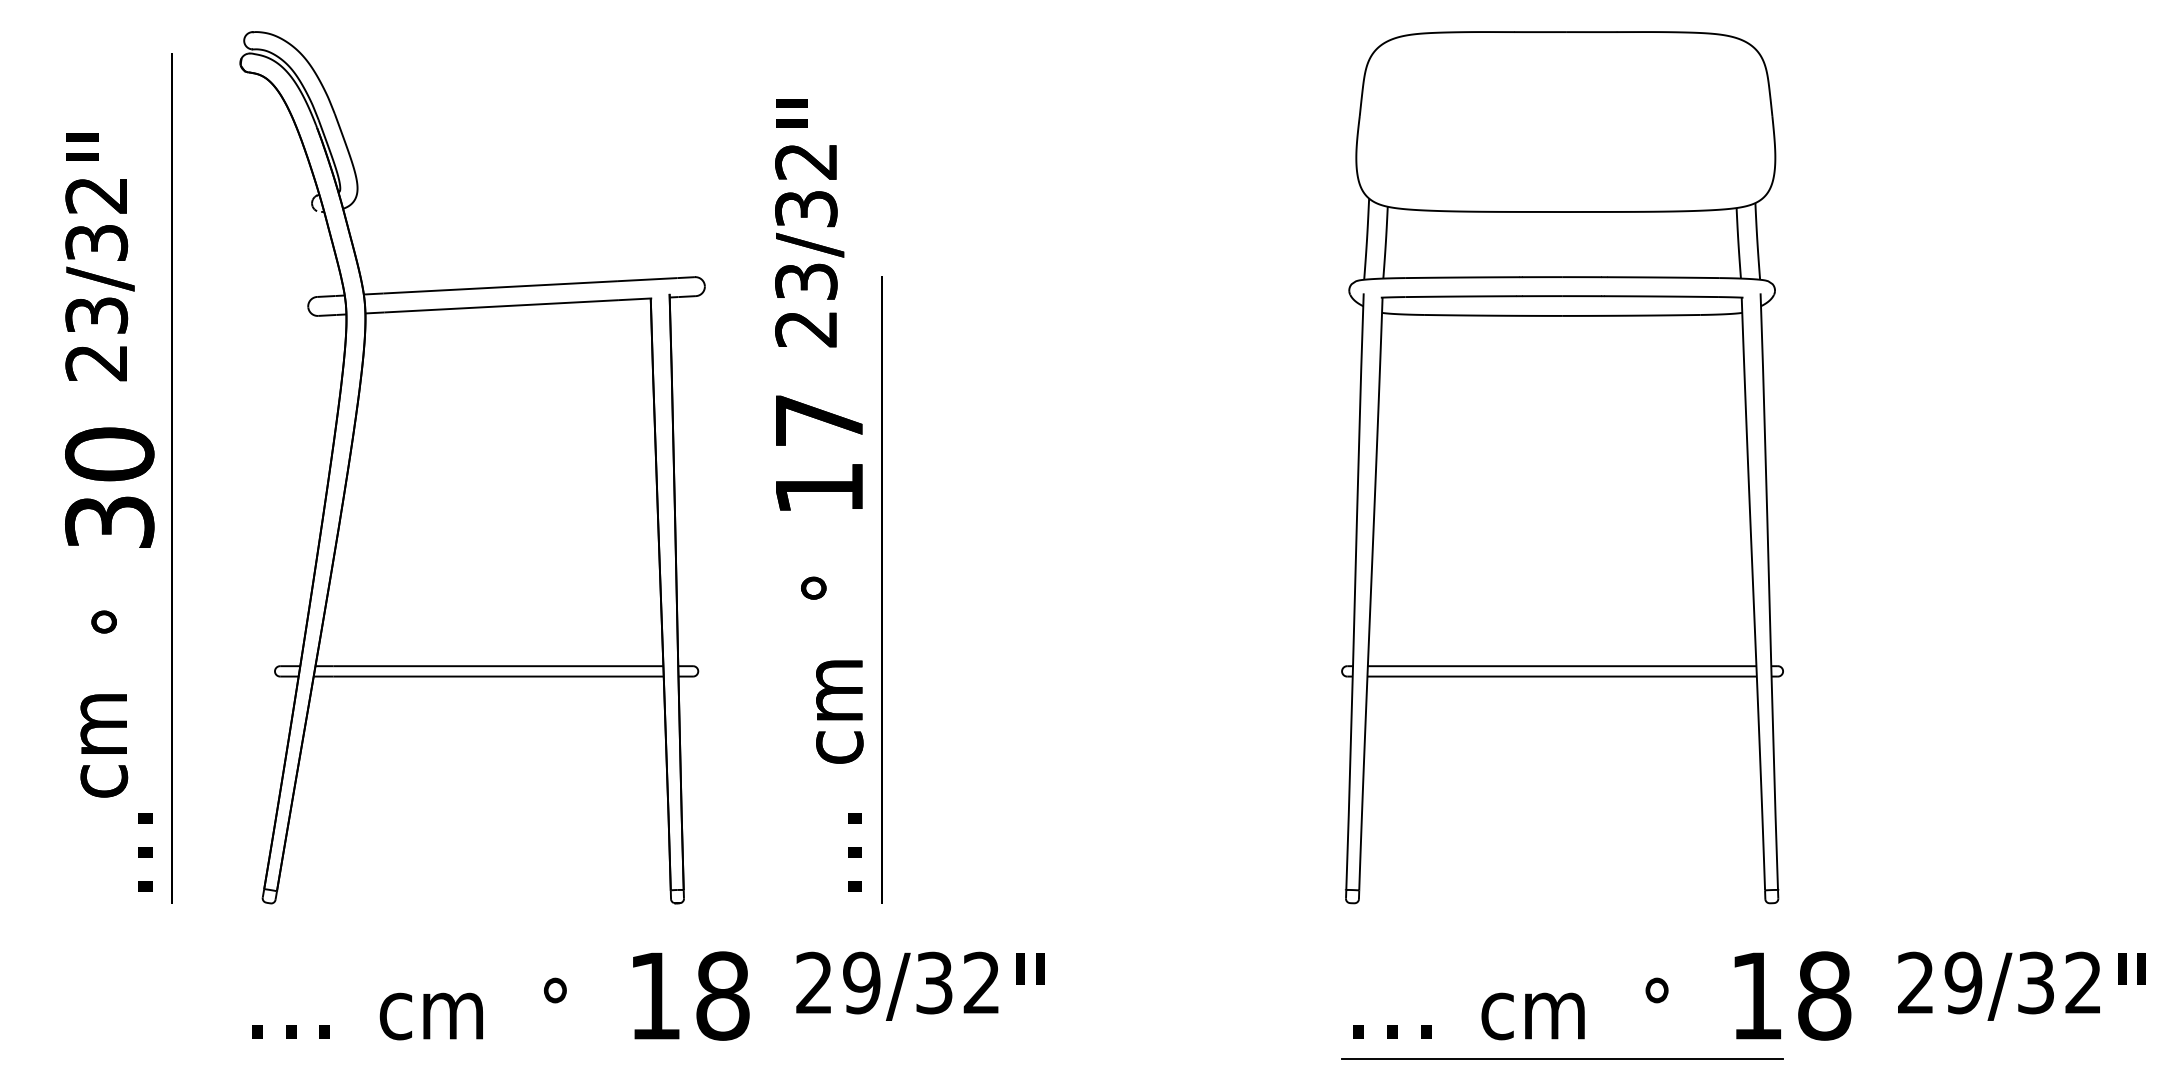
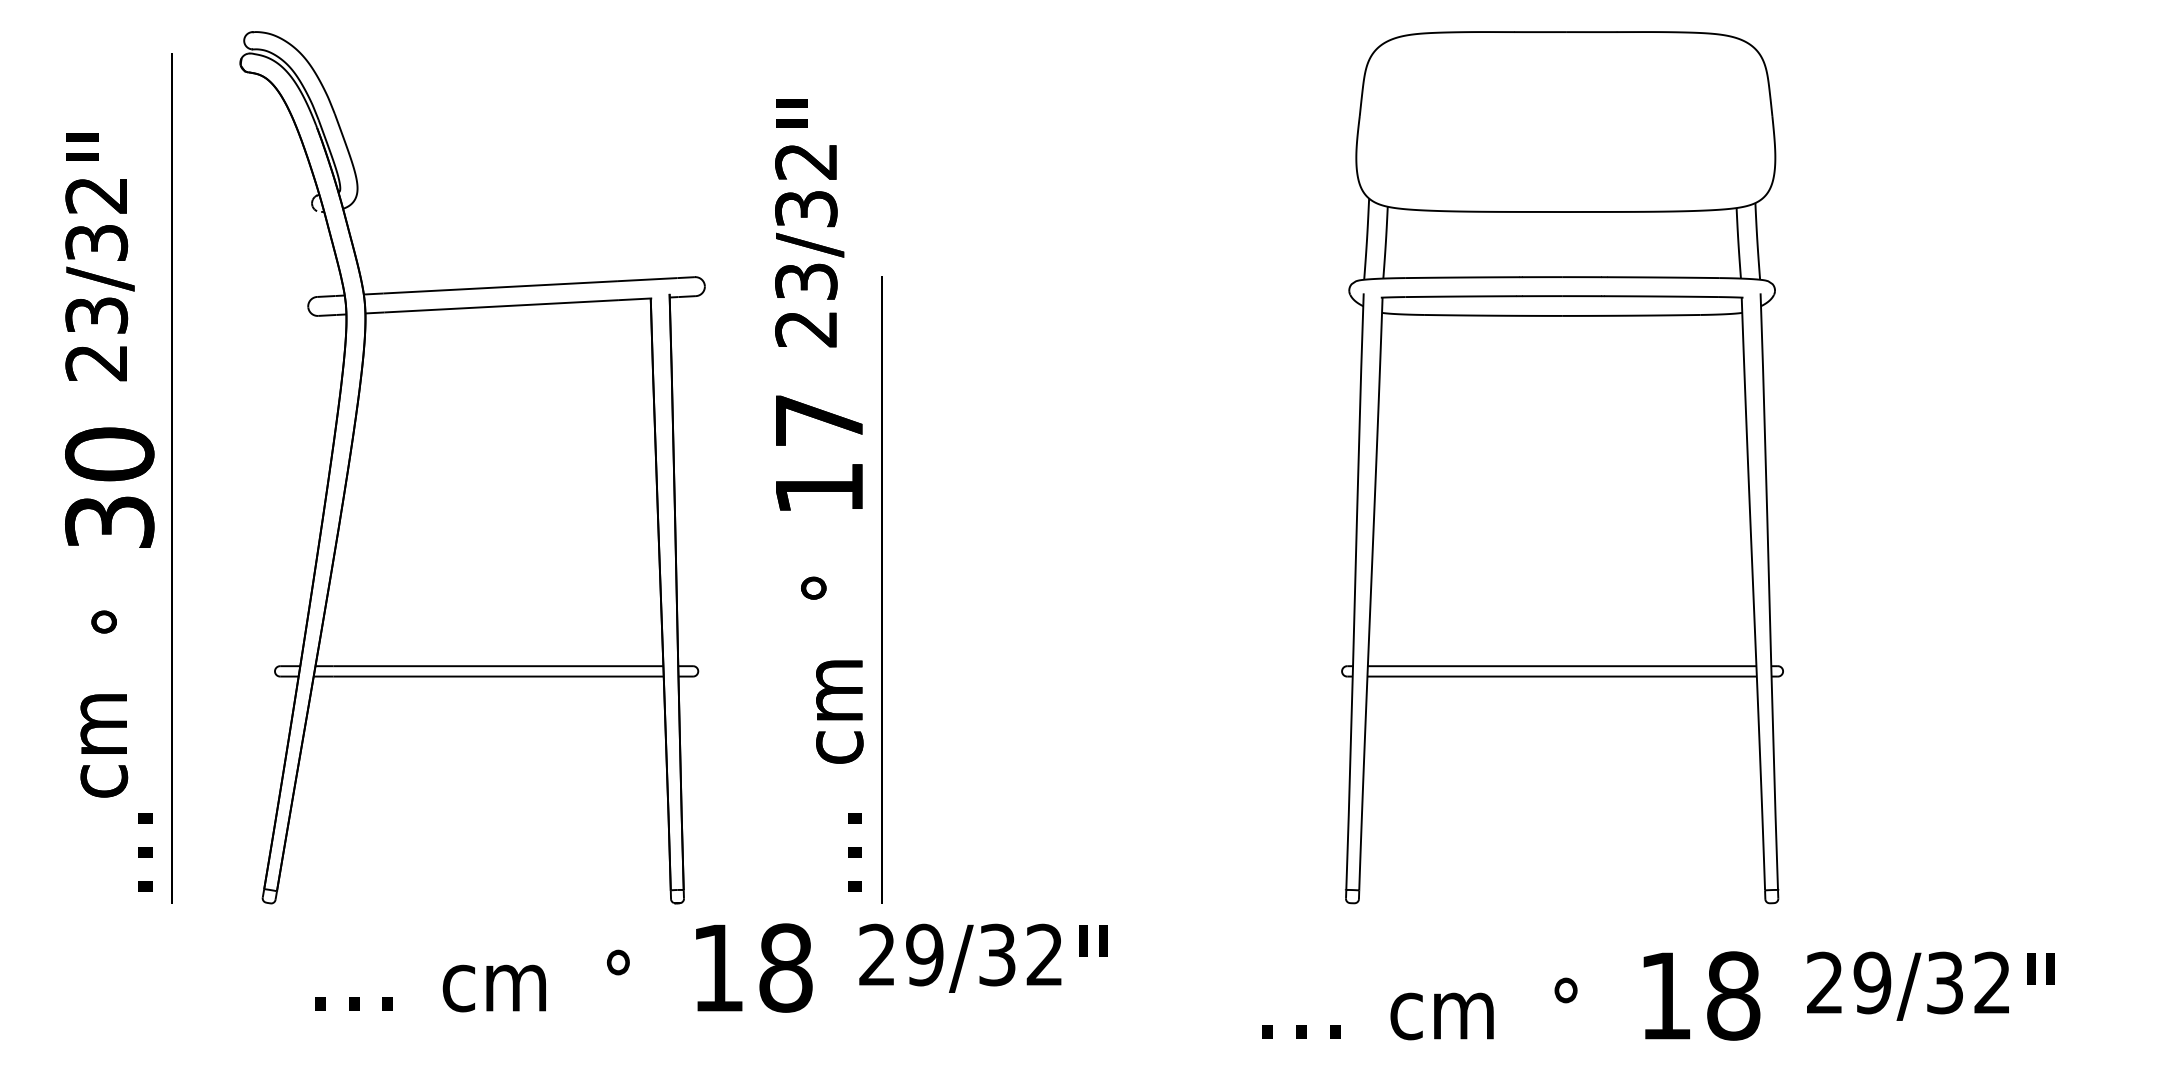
text at (648, 995) position: (648, 995) -> (711, 967)
text at (1749, 995) position: (1749, 995) -> (1658, 995)
line at (1562, 1058): present -> none
